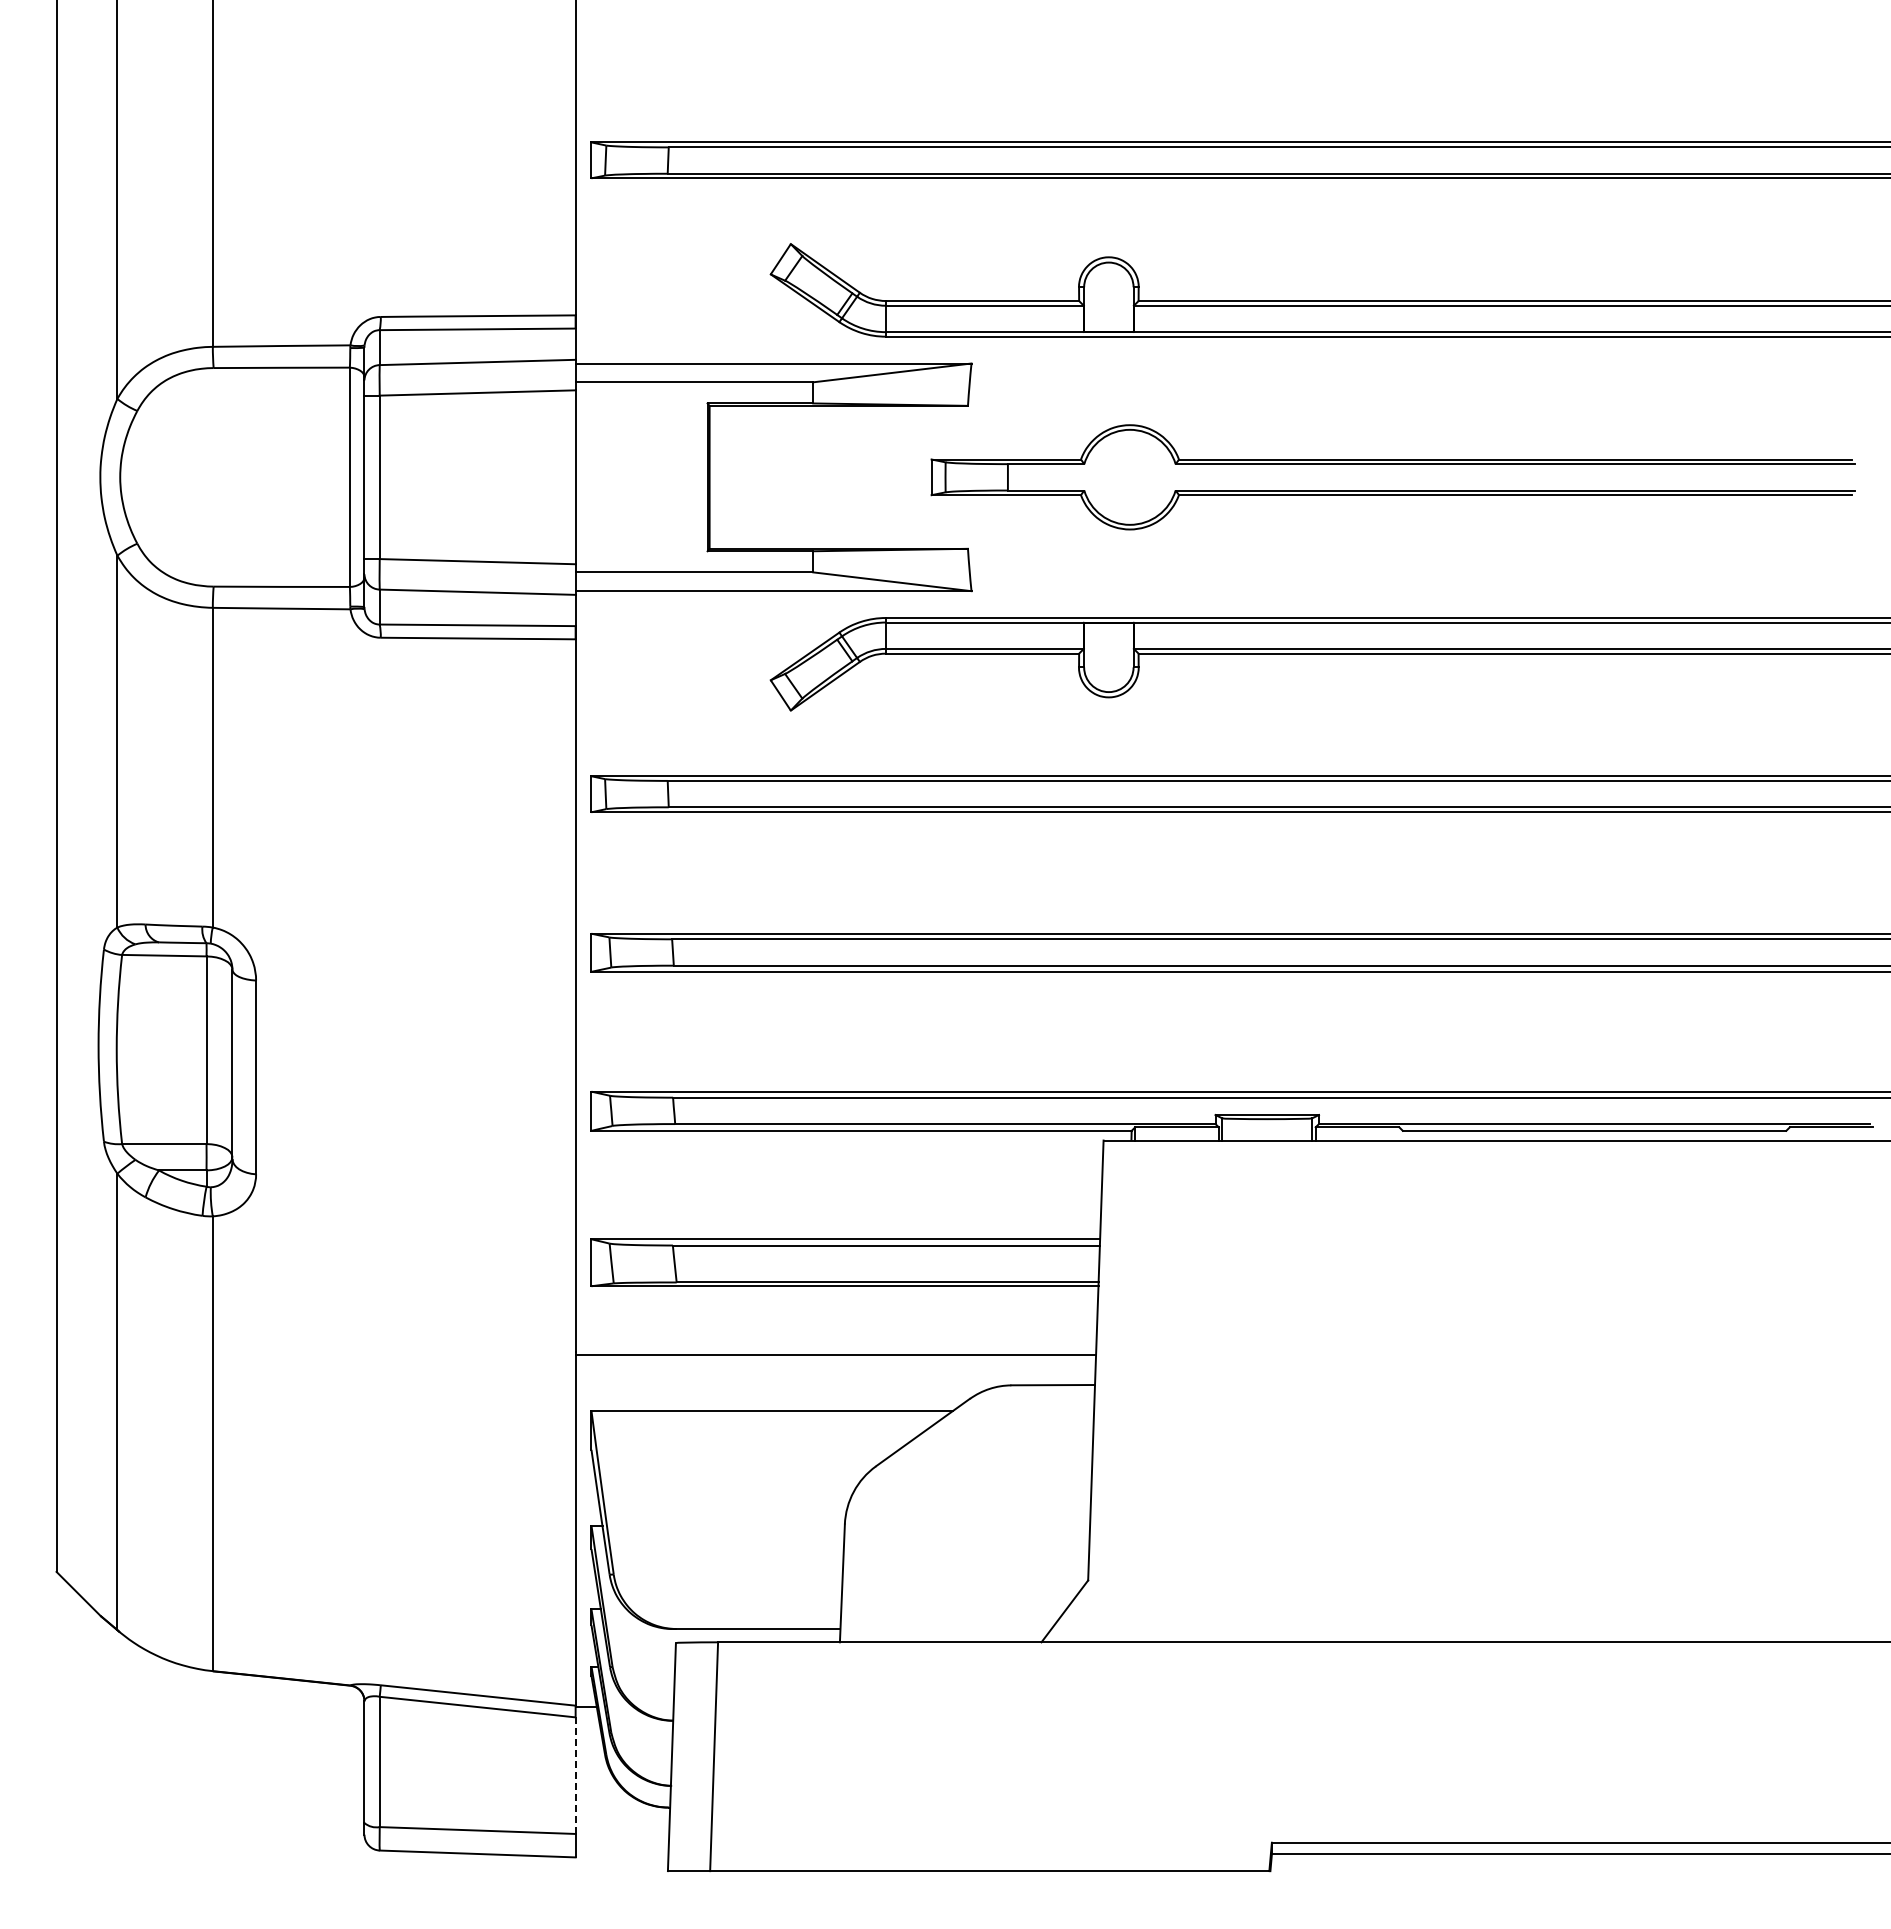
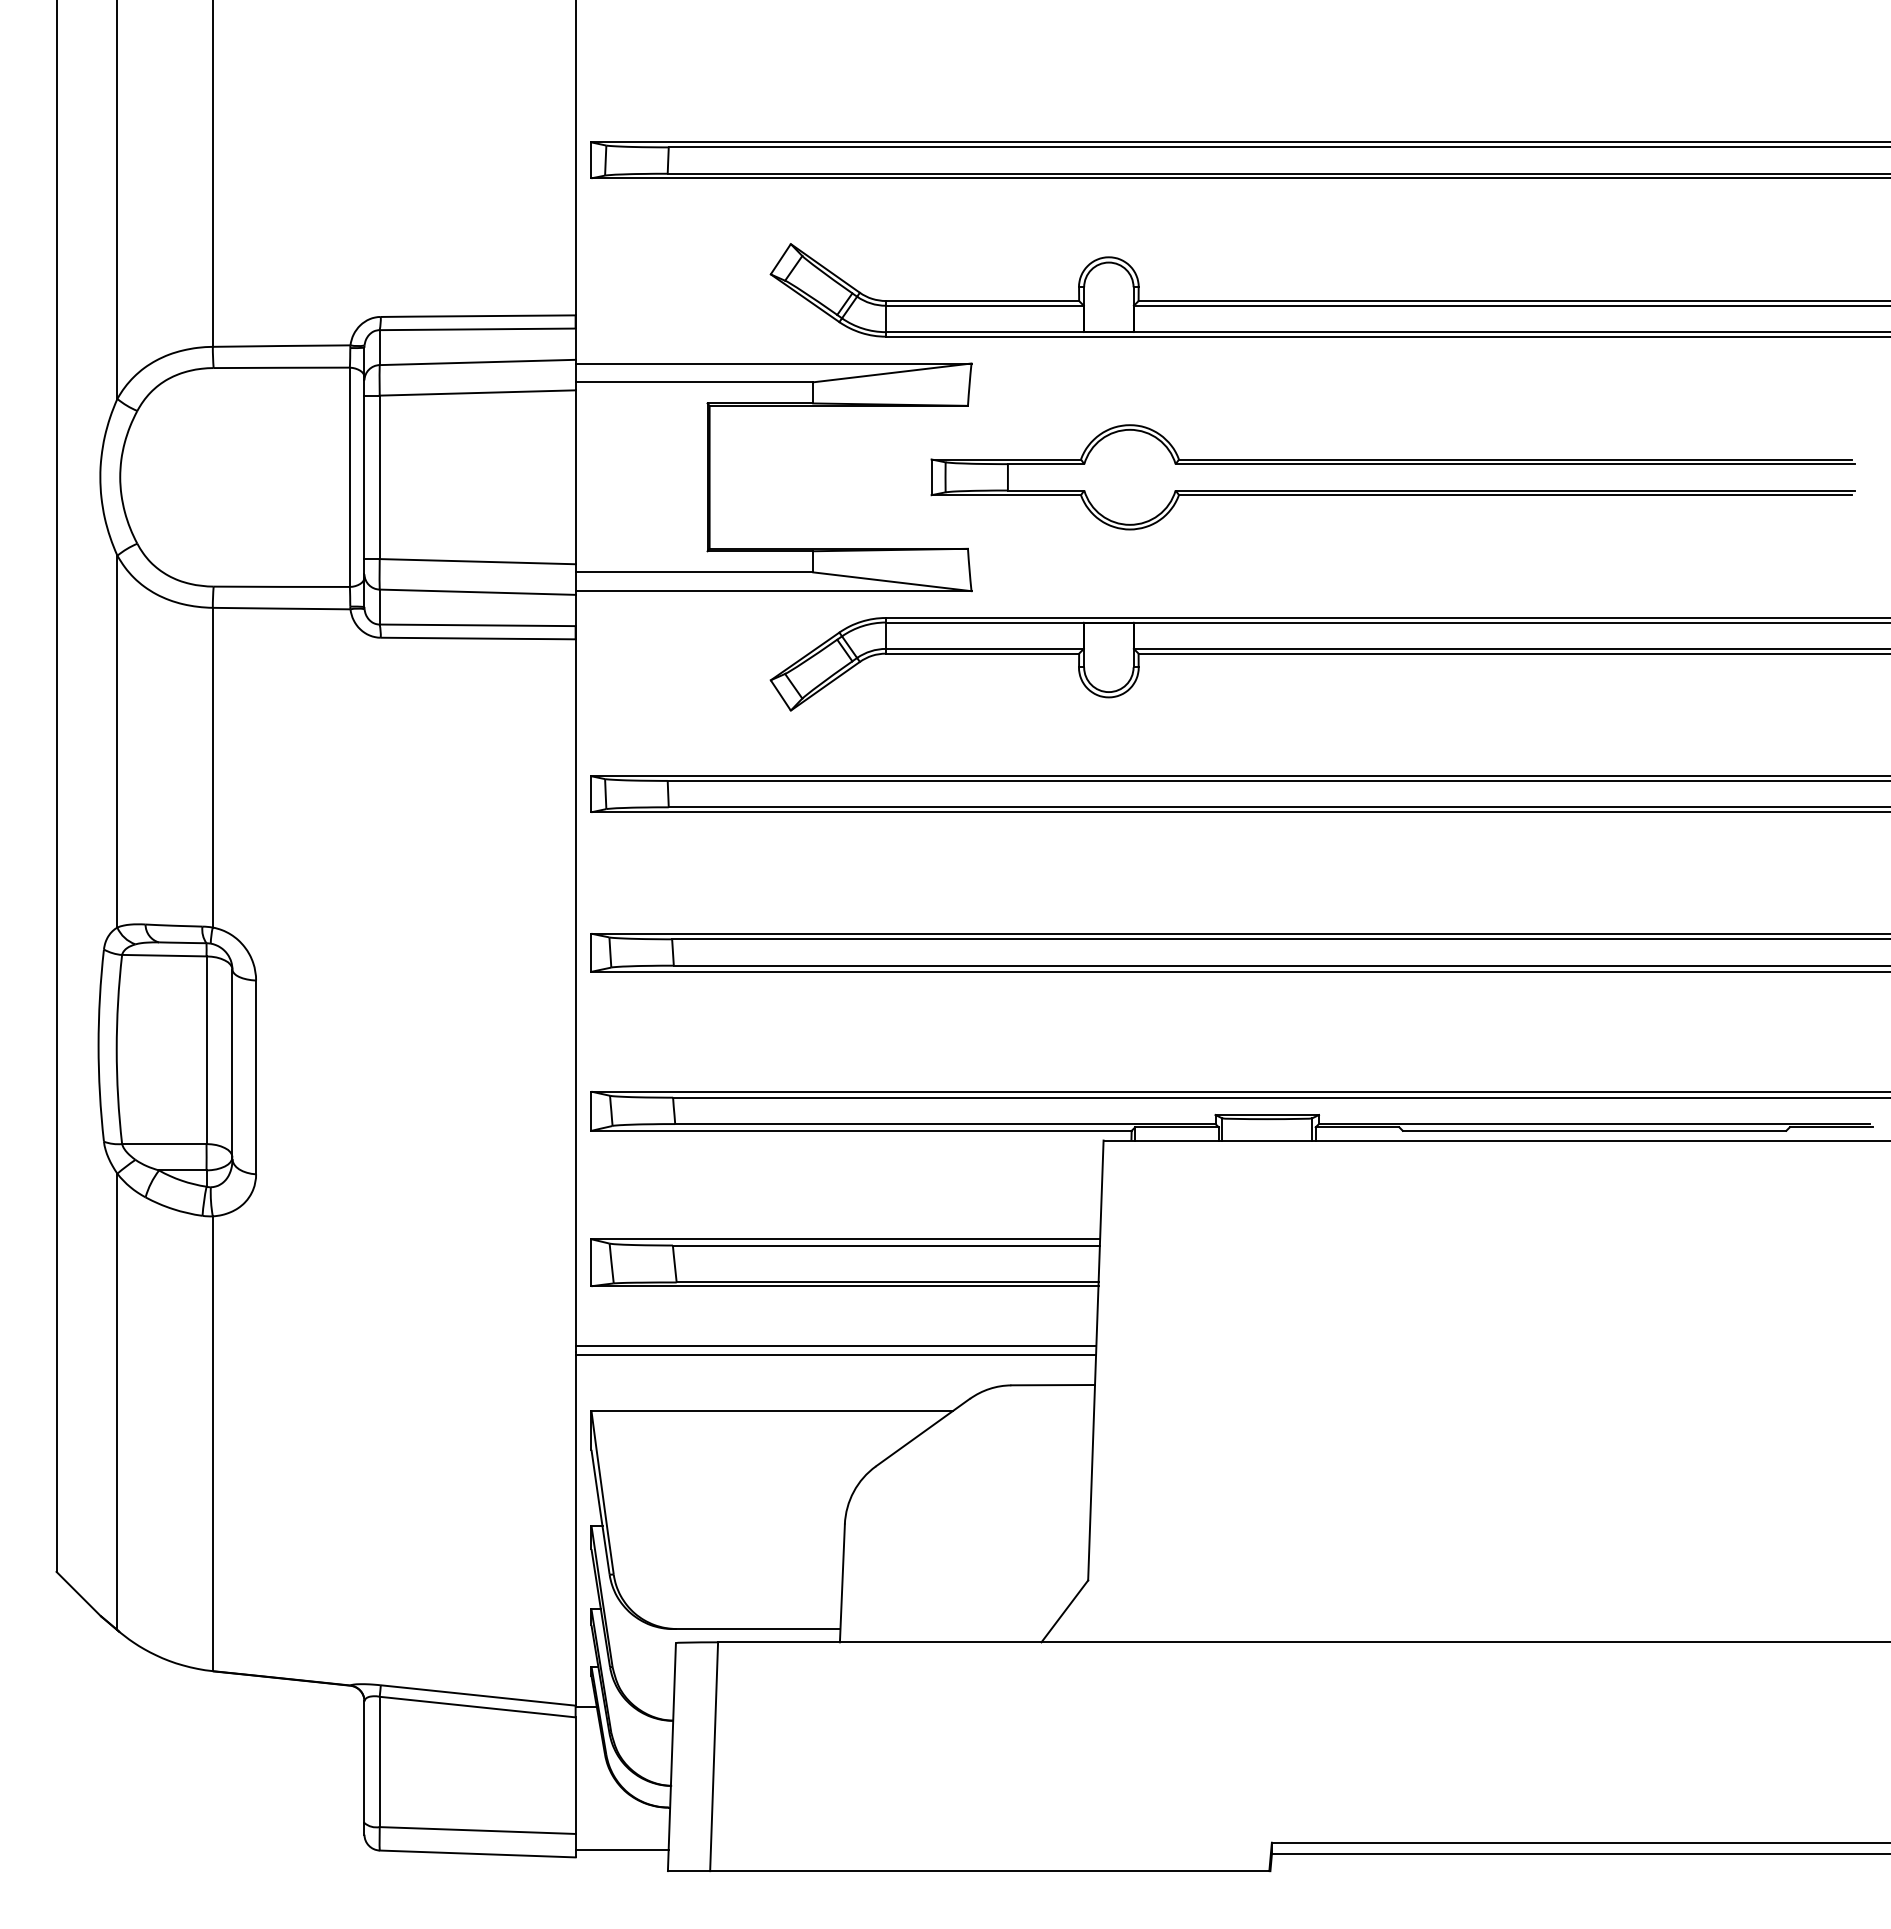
line at (835, 1346): none -> present
line at (575, 1775): dashed -> solid
line at (621, 1850): none -> present
